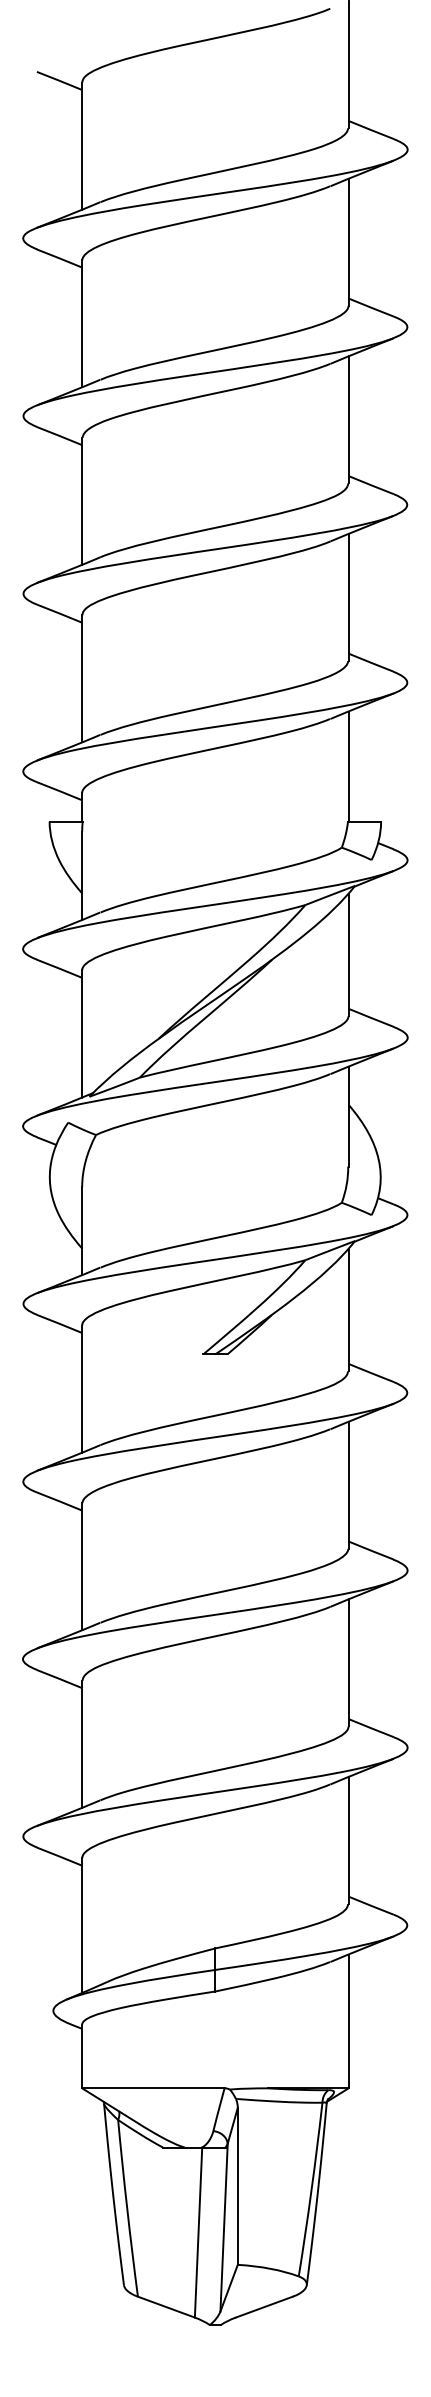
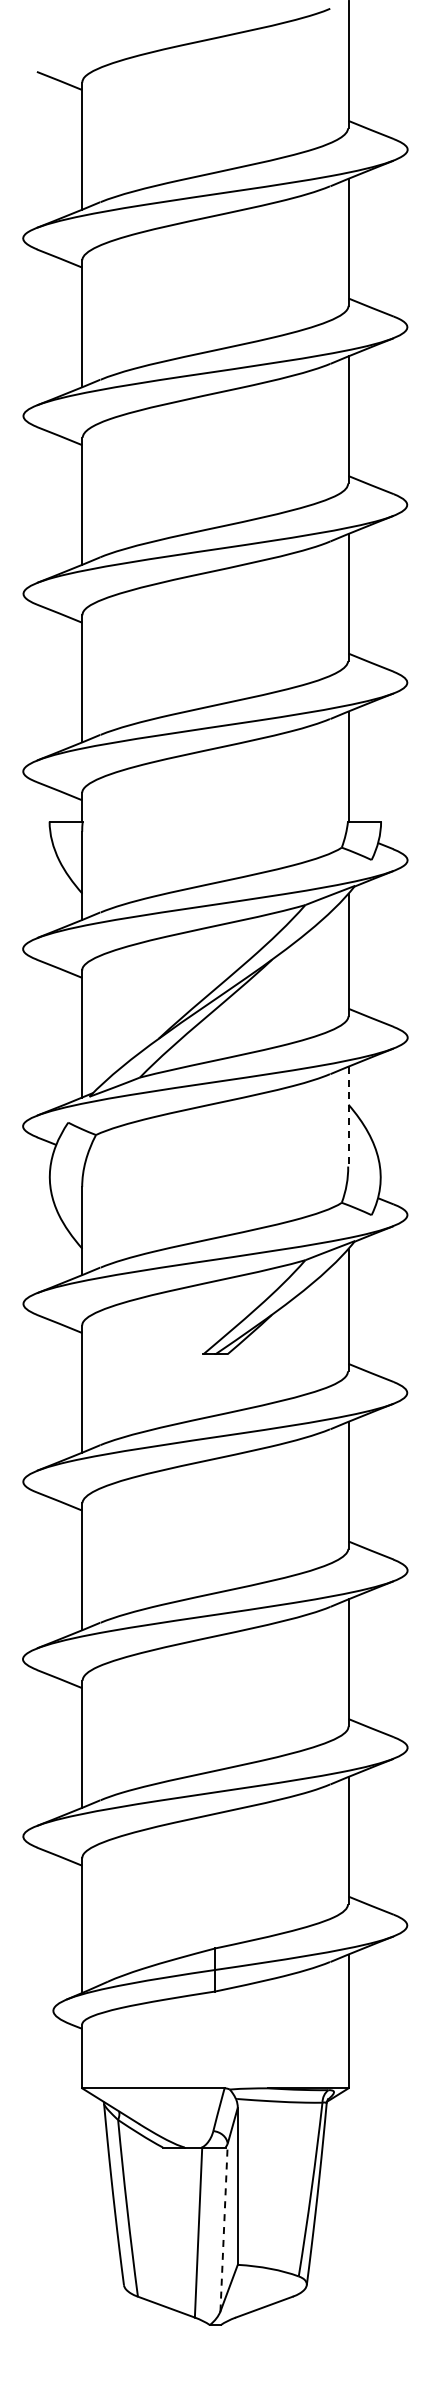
line at (348, 1116): solid -> dashed
line at (224, 2227): solid -> dashed
